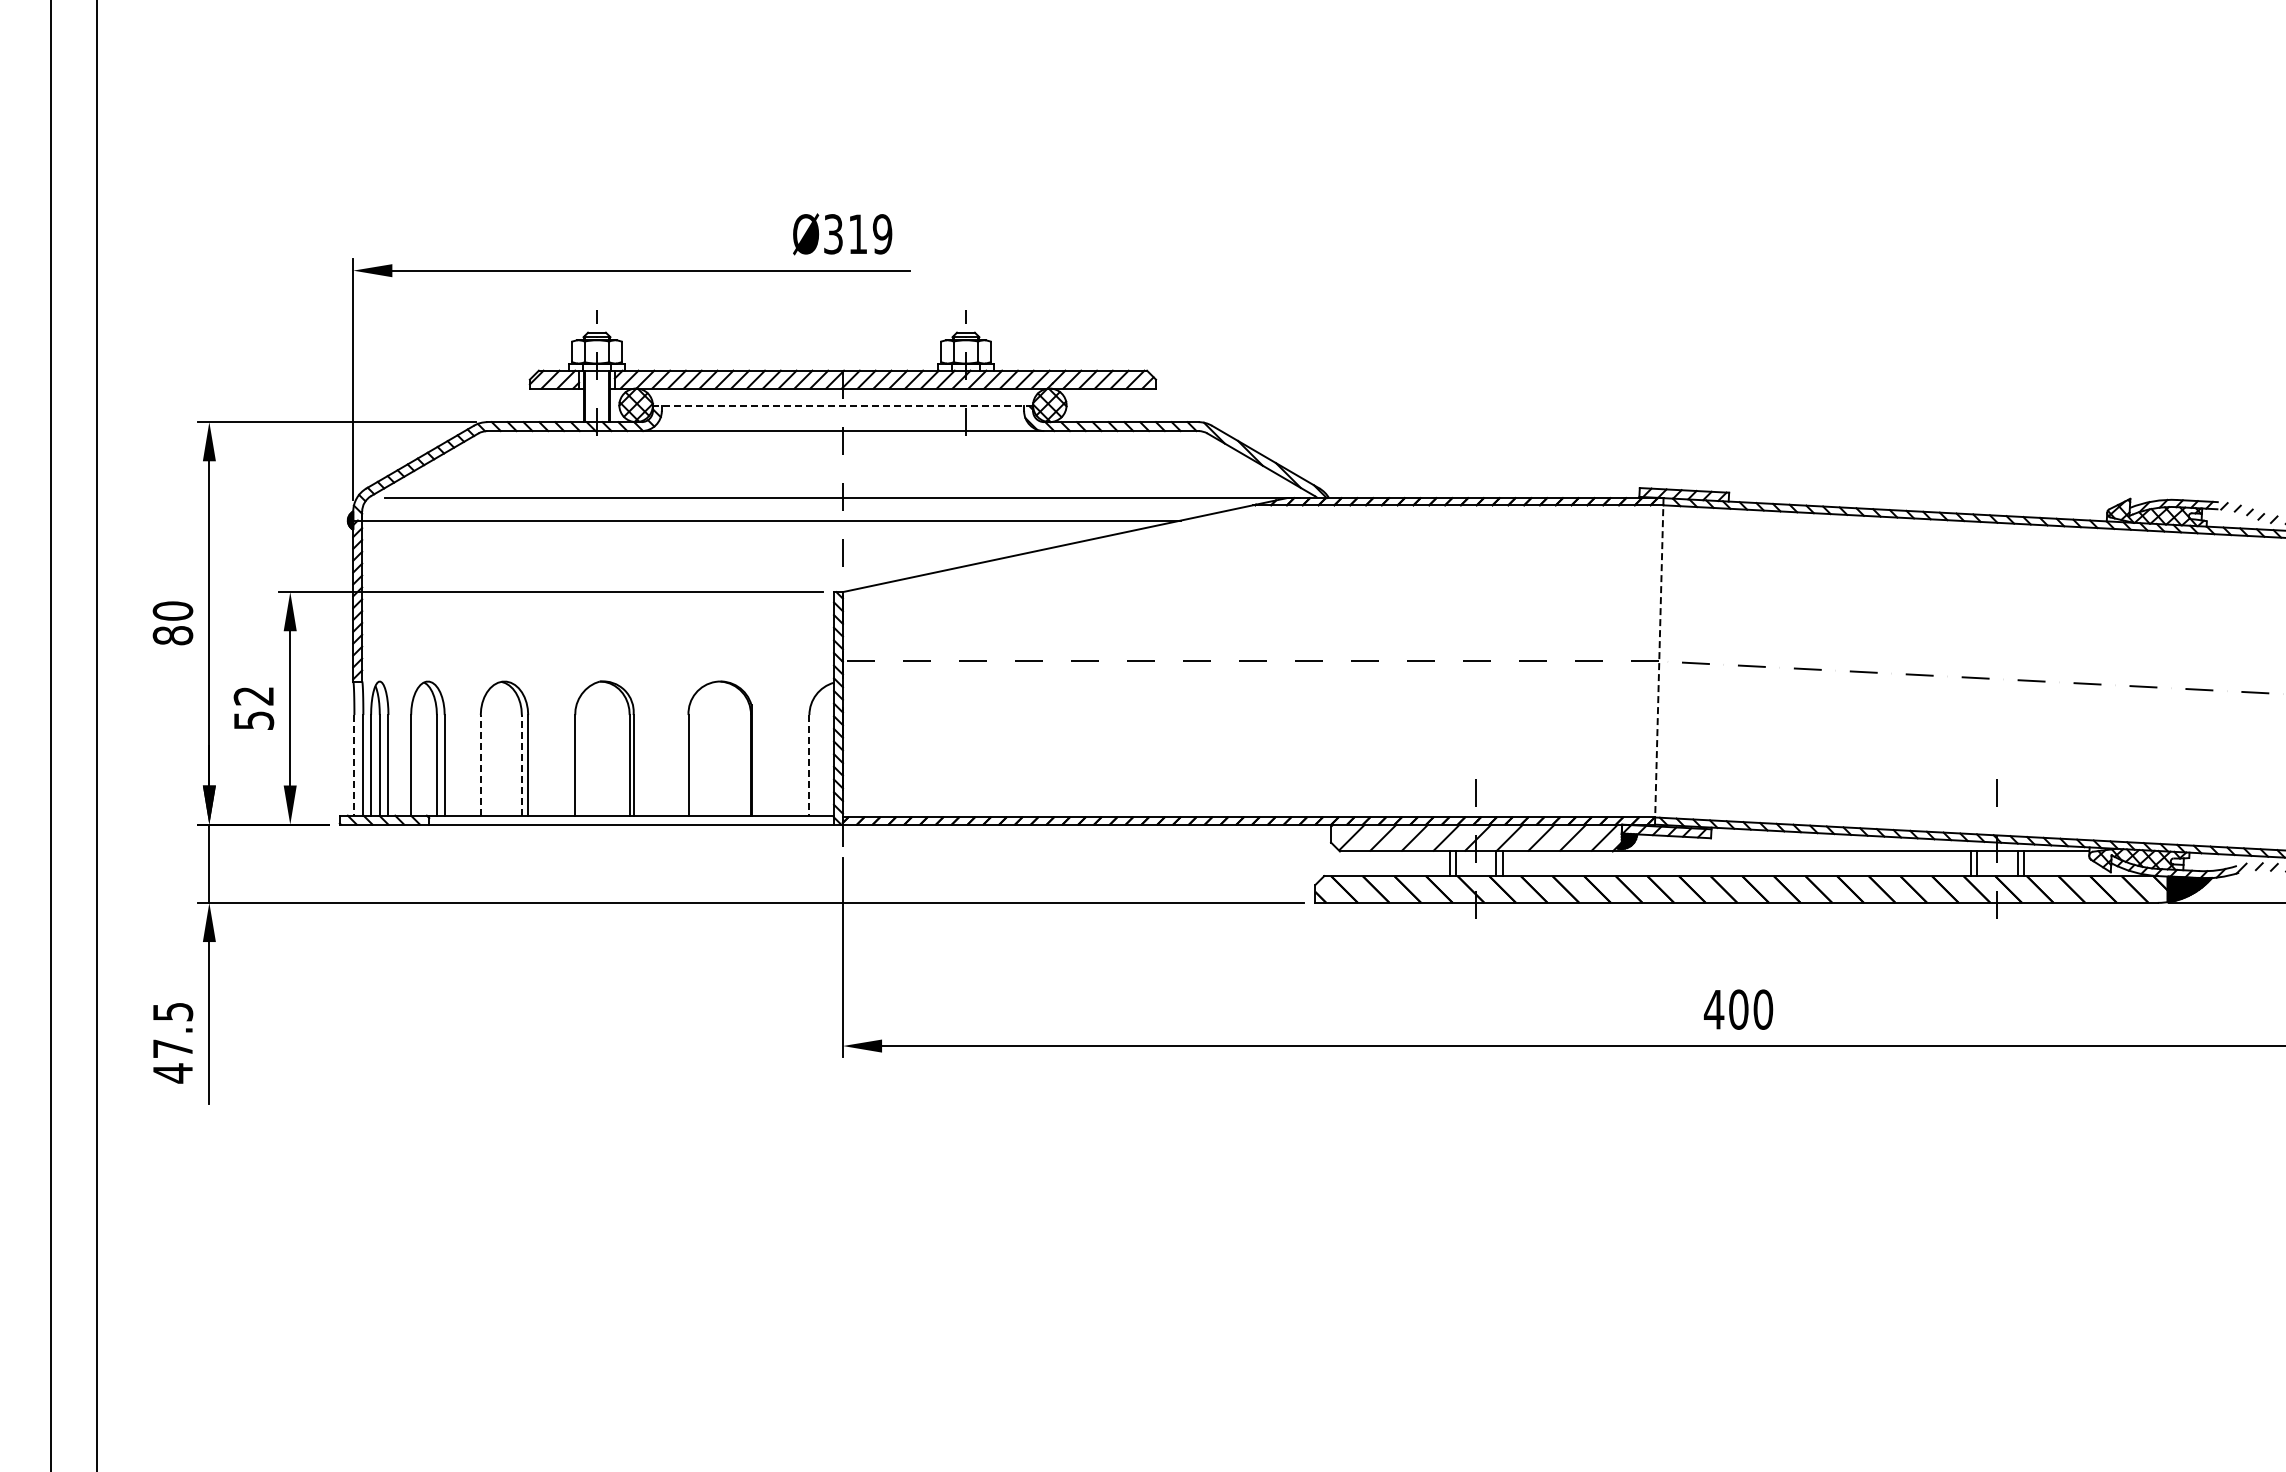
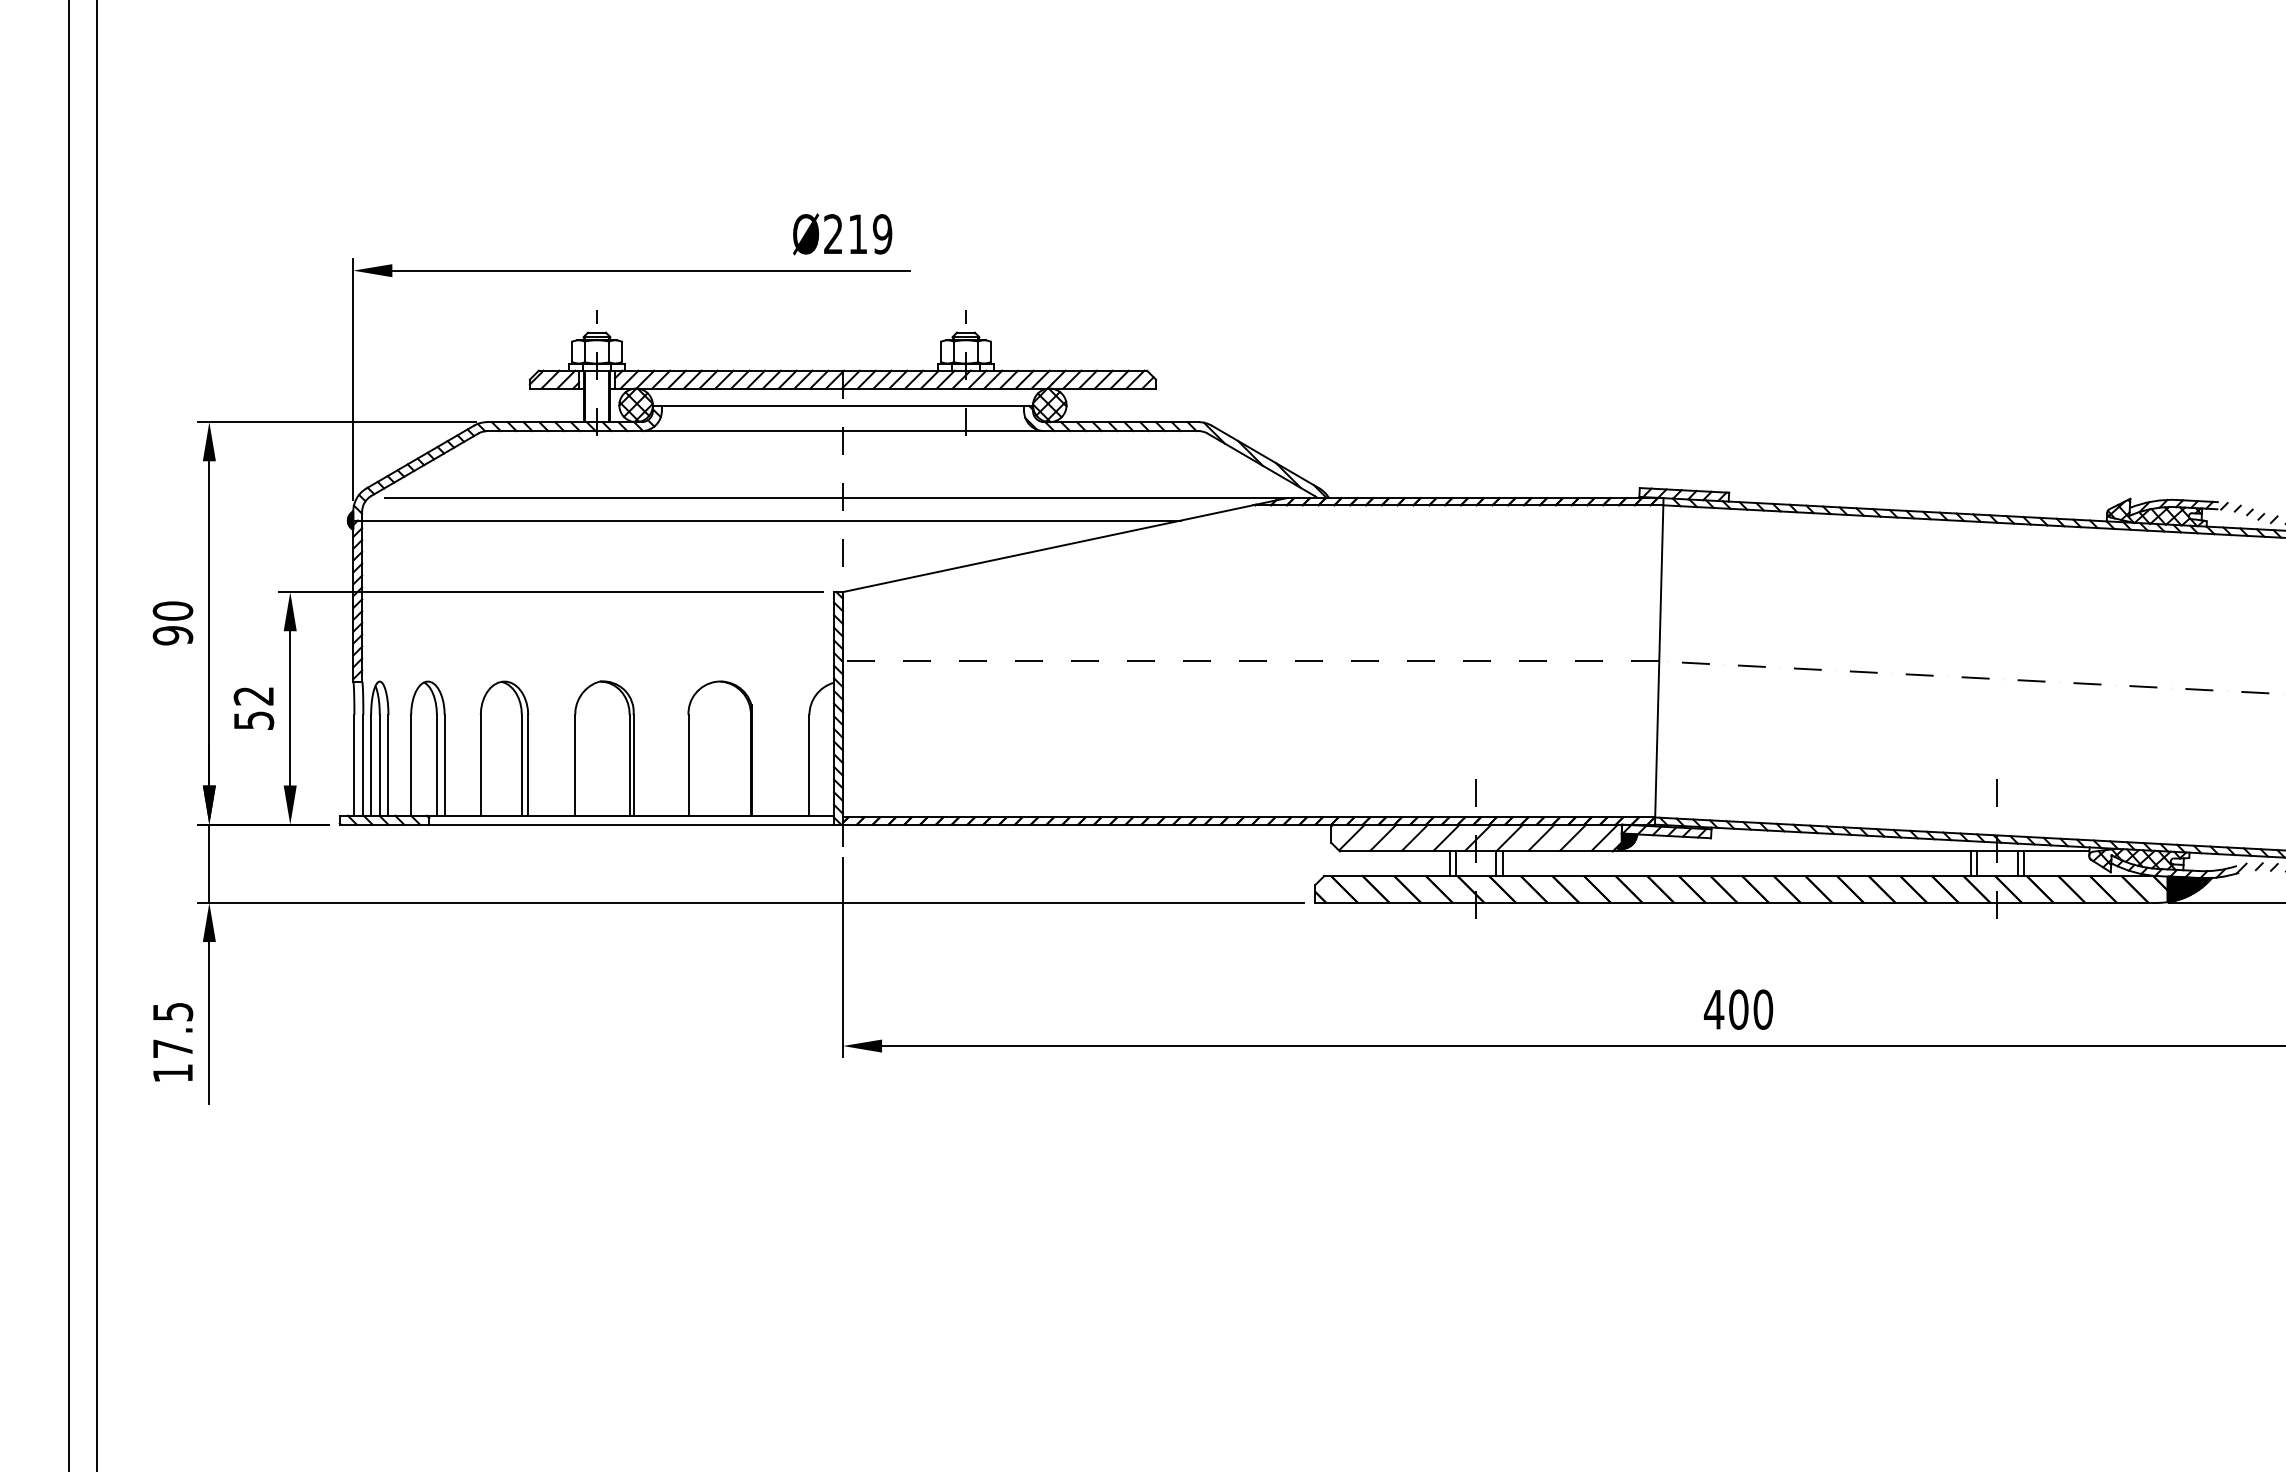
text at (833, 234): Ø319 -> Ø219
line at (842, 406): dashed -> solid
text at (172, 635): 80 -> 90
line at (1659, 661): dashed -> solid
line at (50, 735) position: (50, 735) -> (68, 735)
line at (480, 764): dashed -> solid
line at (521, 764): dashed -> solid
line at (354, 765): dashed -> solid
line at (809, 765): dashed -> solid
text at (172, 1073): 47.5 -> 17.5
